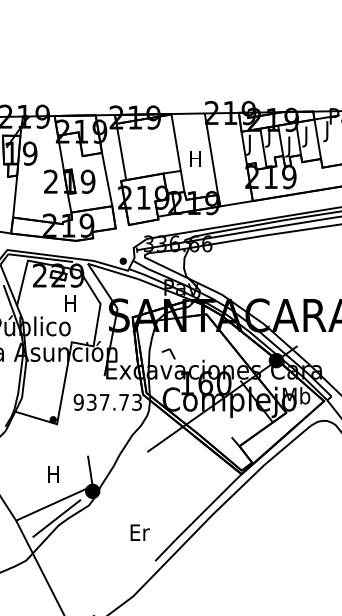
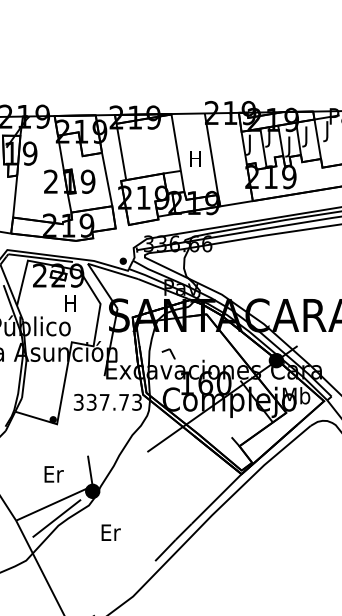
text at (78, 402): 937.73 -> 337.73
text at (53, 474): H -> Er
text at (139, 532) position: (139, 532) -> (110, 532)
